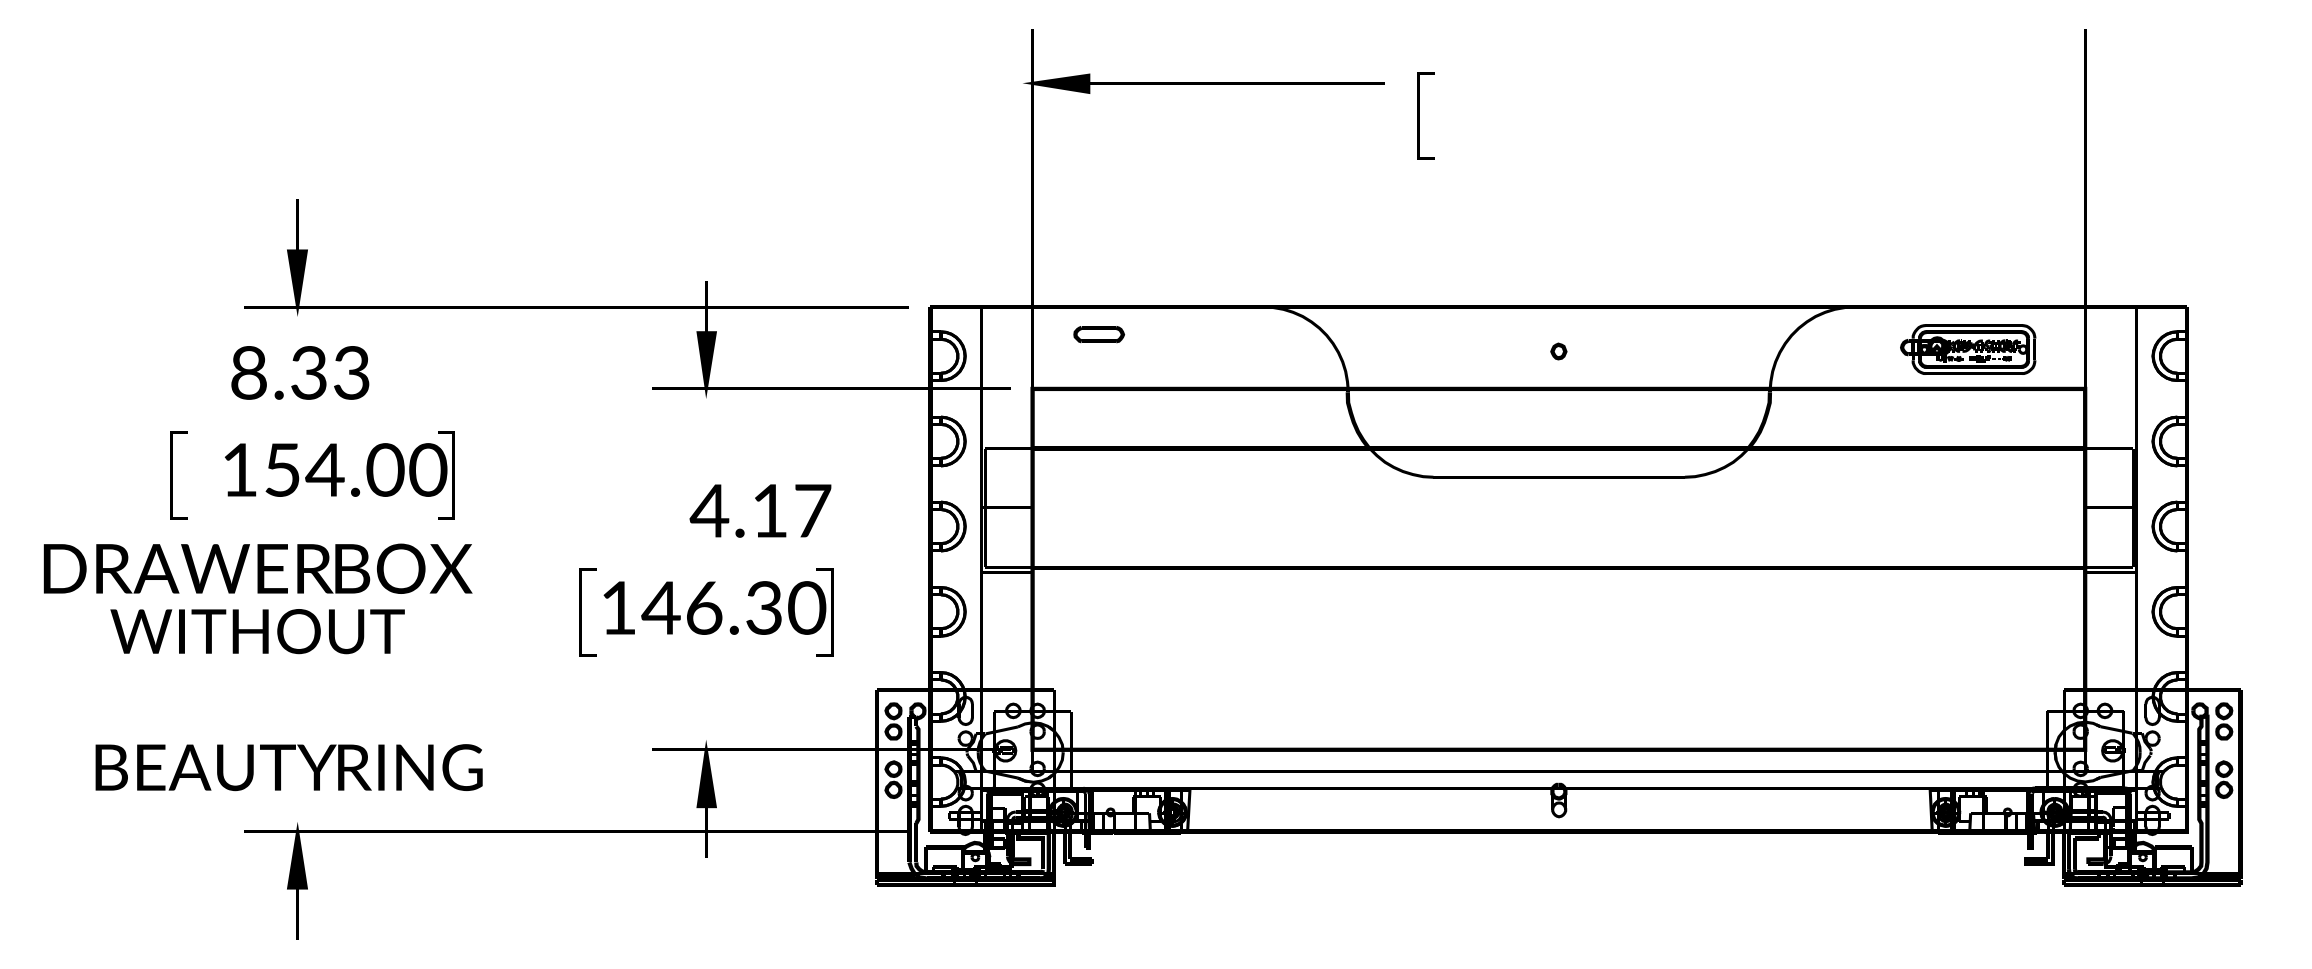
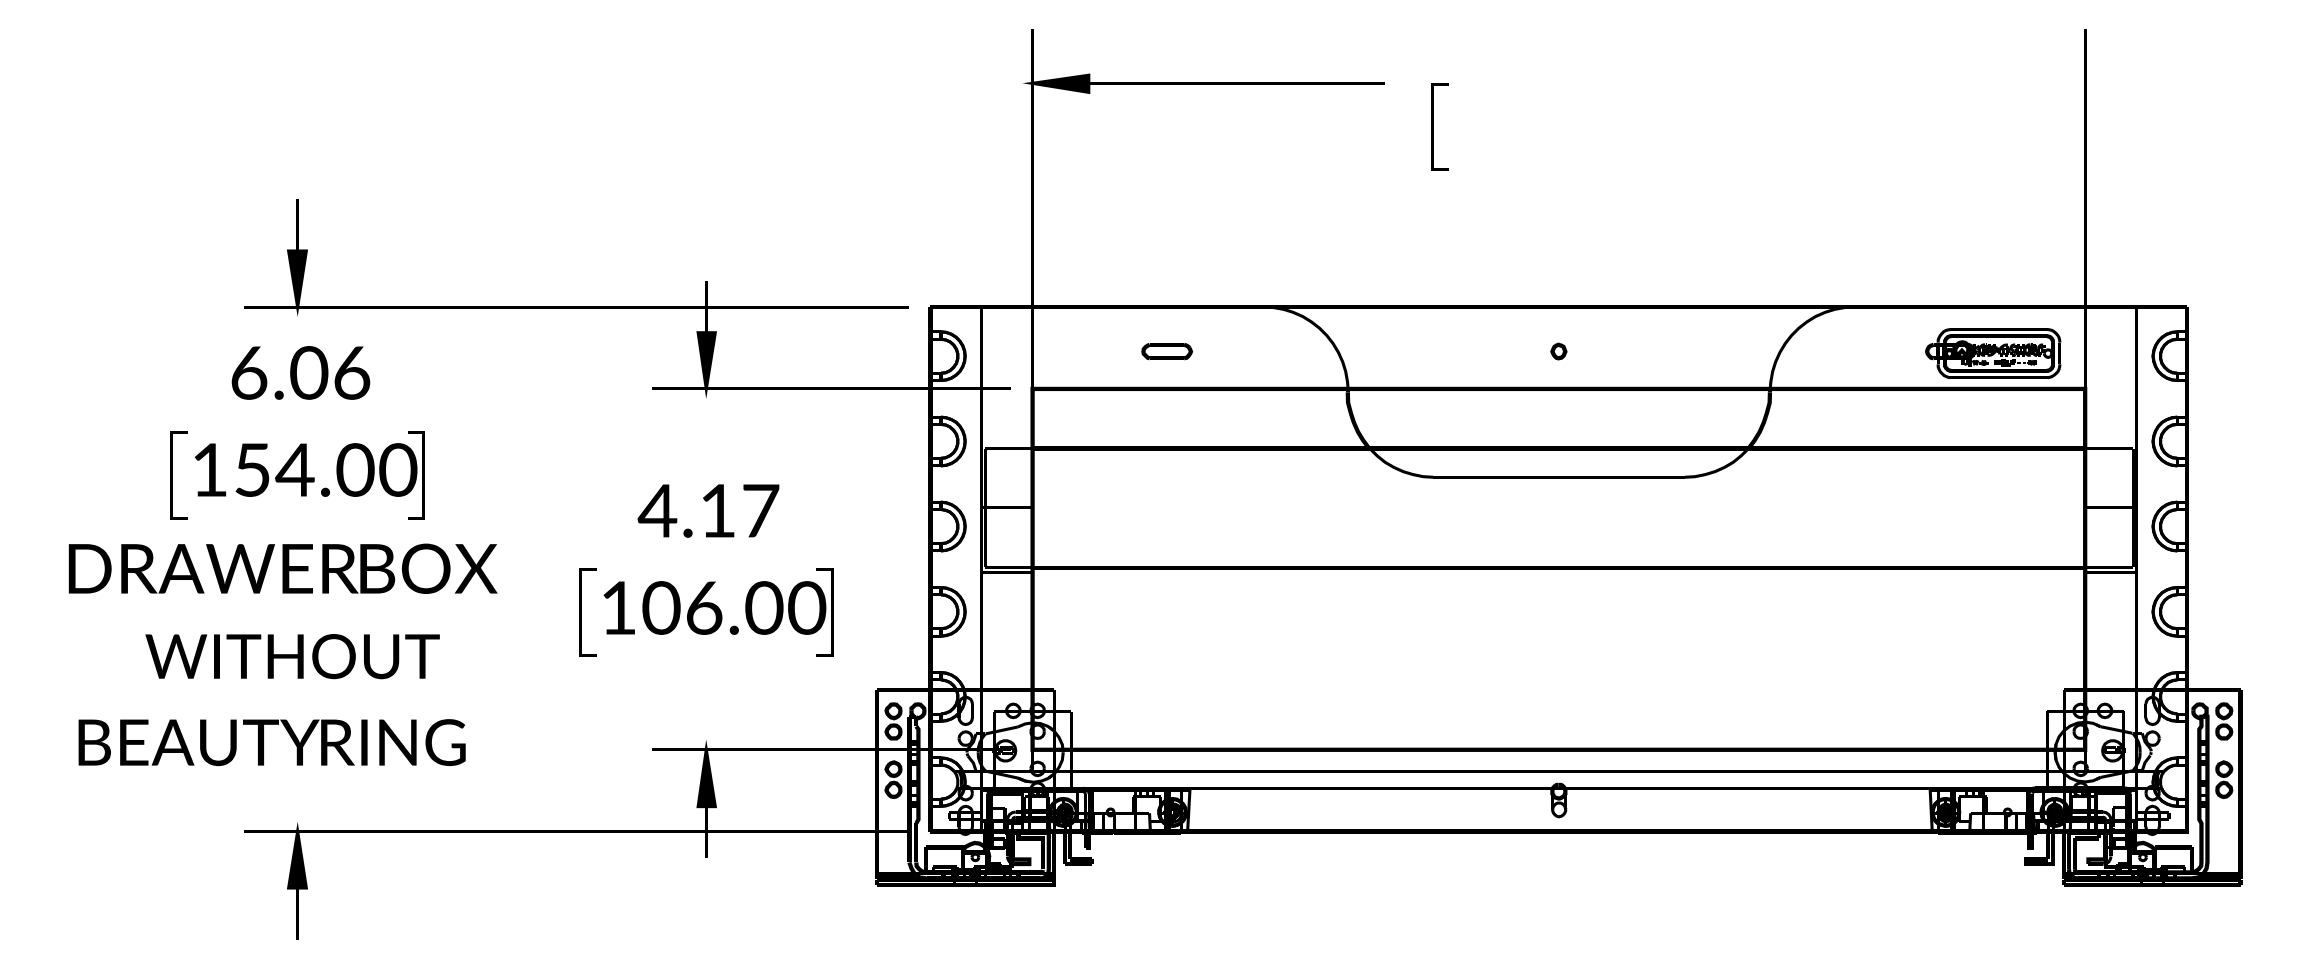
line at (1419, 115) position: (1419, 115) -> (1433, 126)
part at (1099, 334) position: (1099, 334) -> (1167, 351)
part at (1968, 349) position: (1968, 349) -> (1993, 353)
text at (300, 372): 8.33 -> 6.06
text at (339, 475) position: (339, 475) -> (309, 475)
text at (760, 510) position: (760, 510) -> (708, 510)
text at (257, 568) position: (257, 568) -> (282, 568)
text at (712, 607): 146.30 -> 106.00
text at (257, 631) position: (257, 631) -> (292, 656)
text at (288, 767) position: (288, 767) -> (271, 742)
